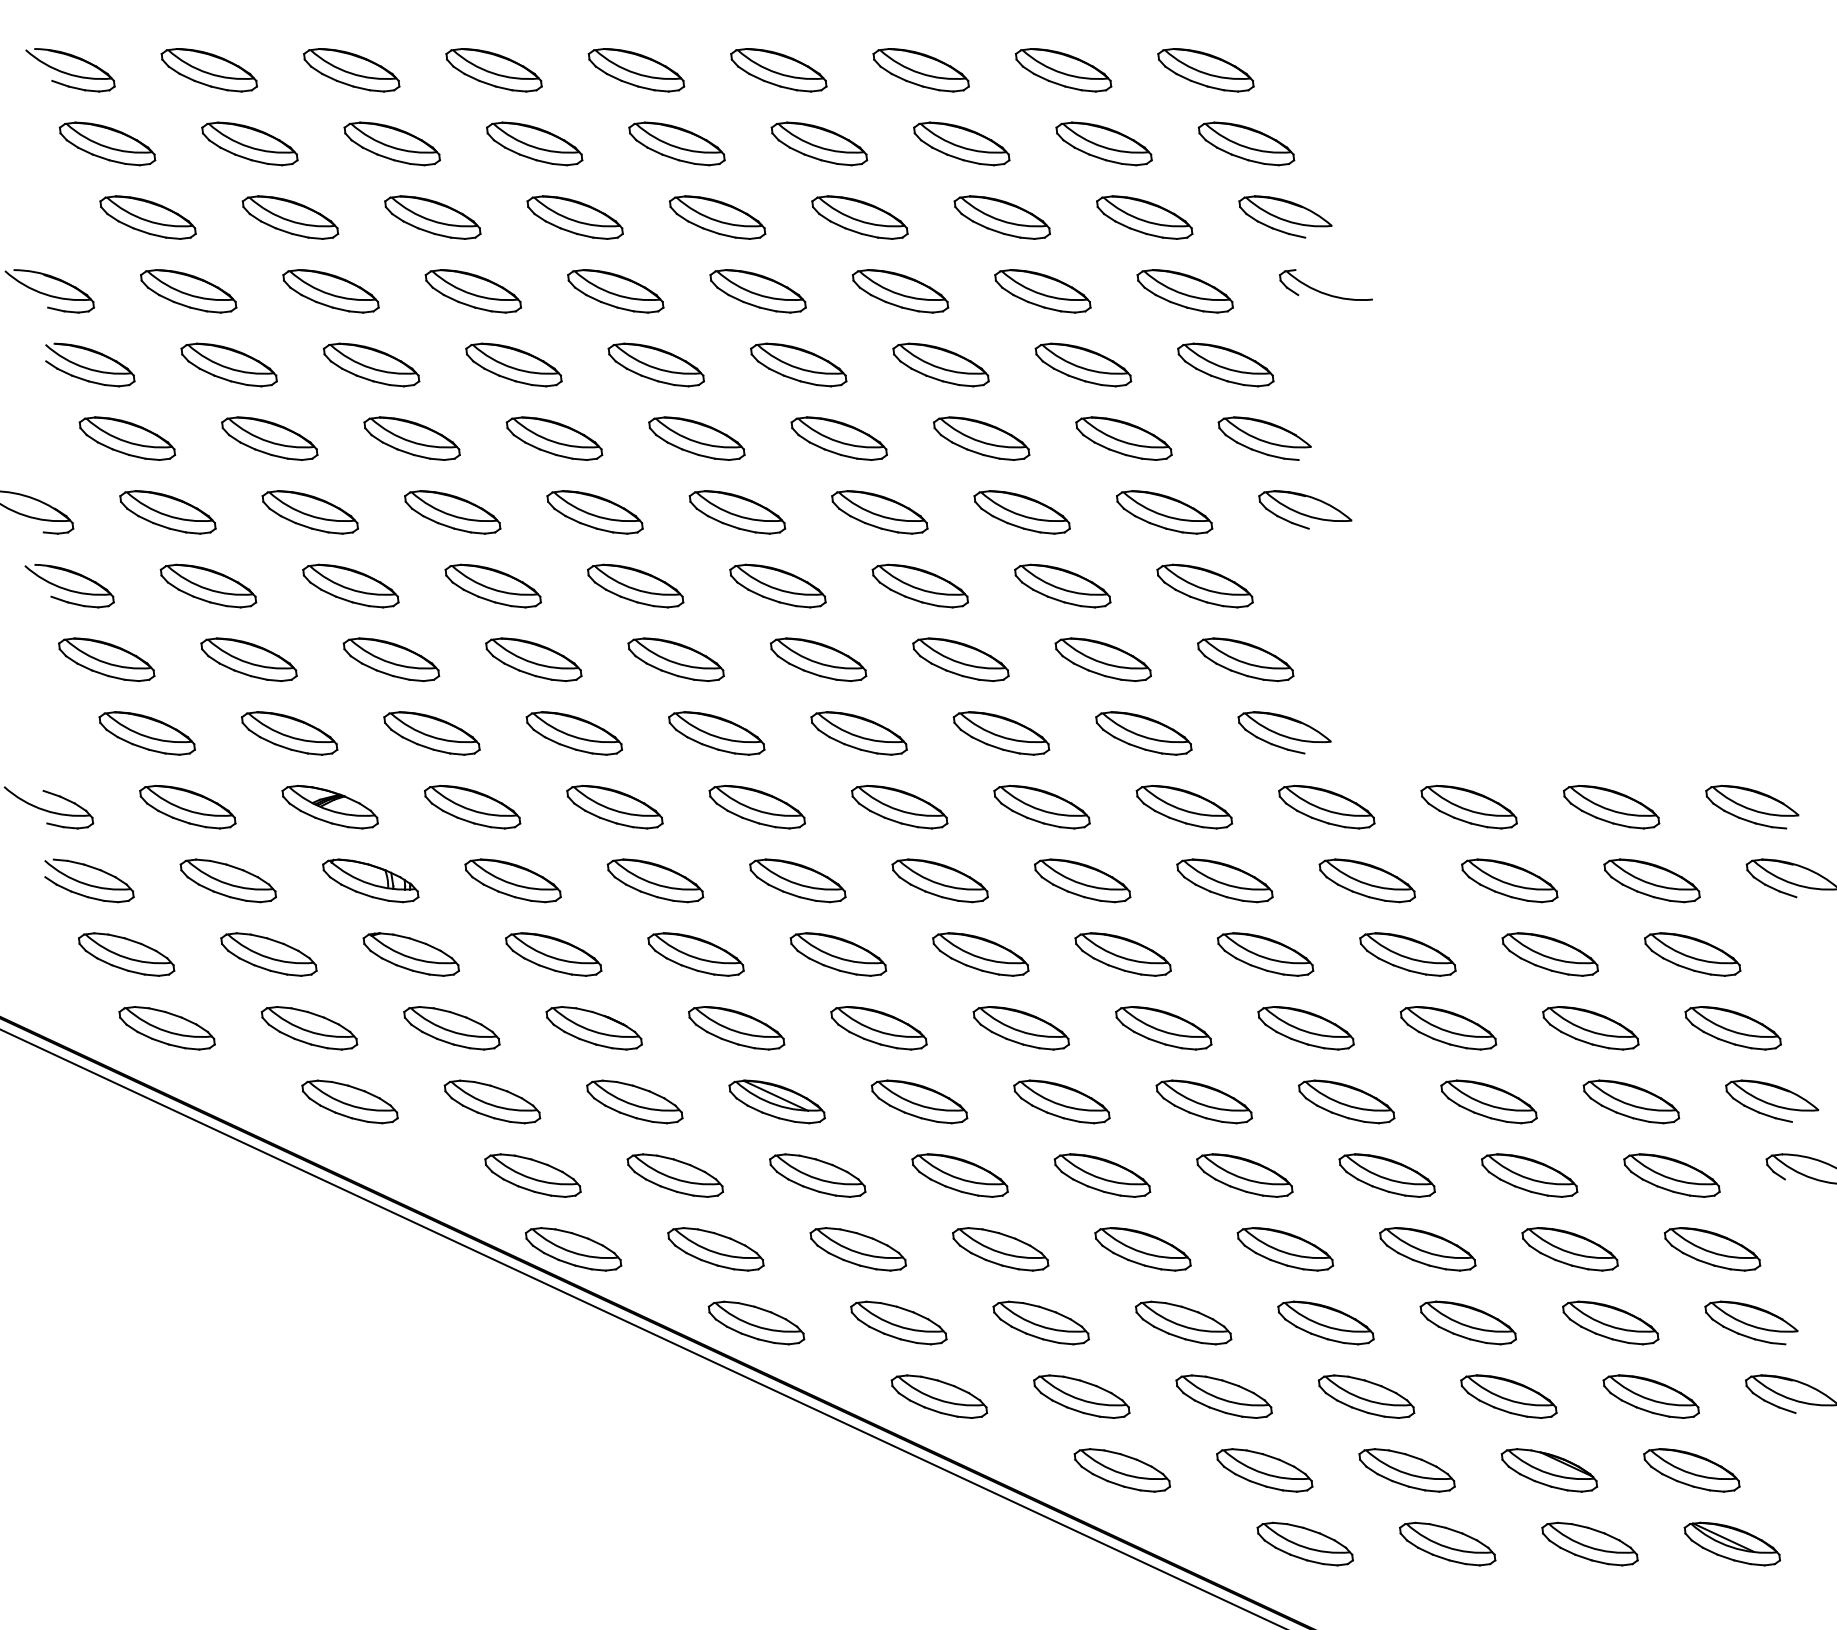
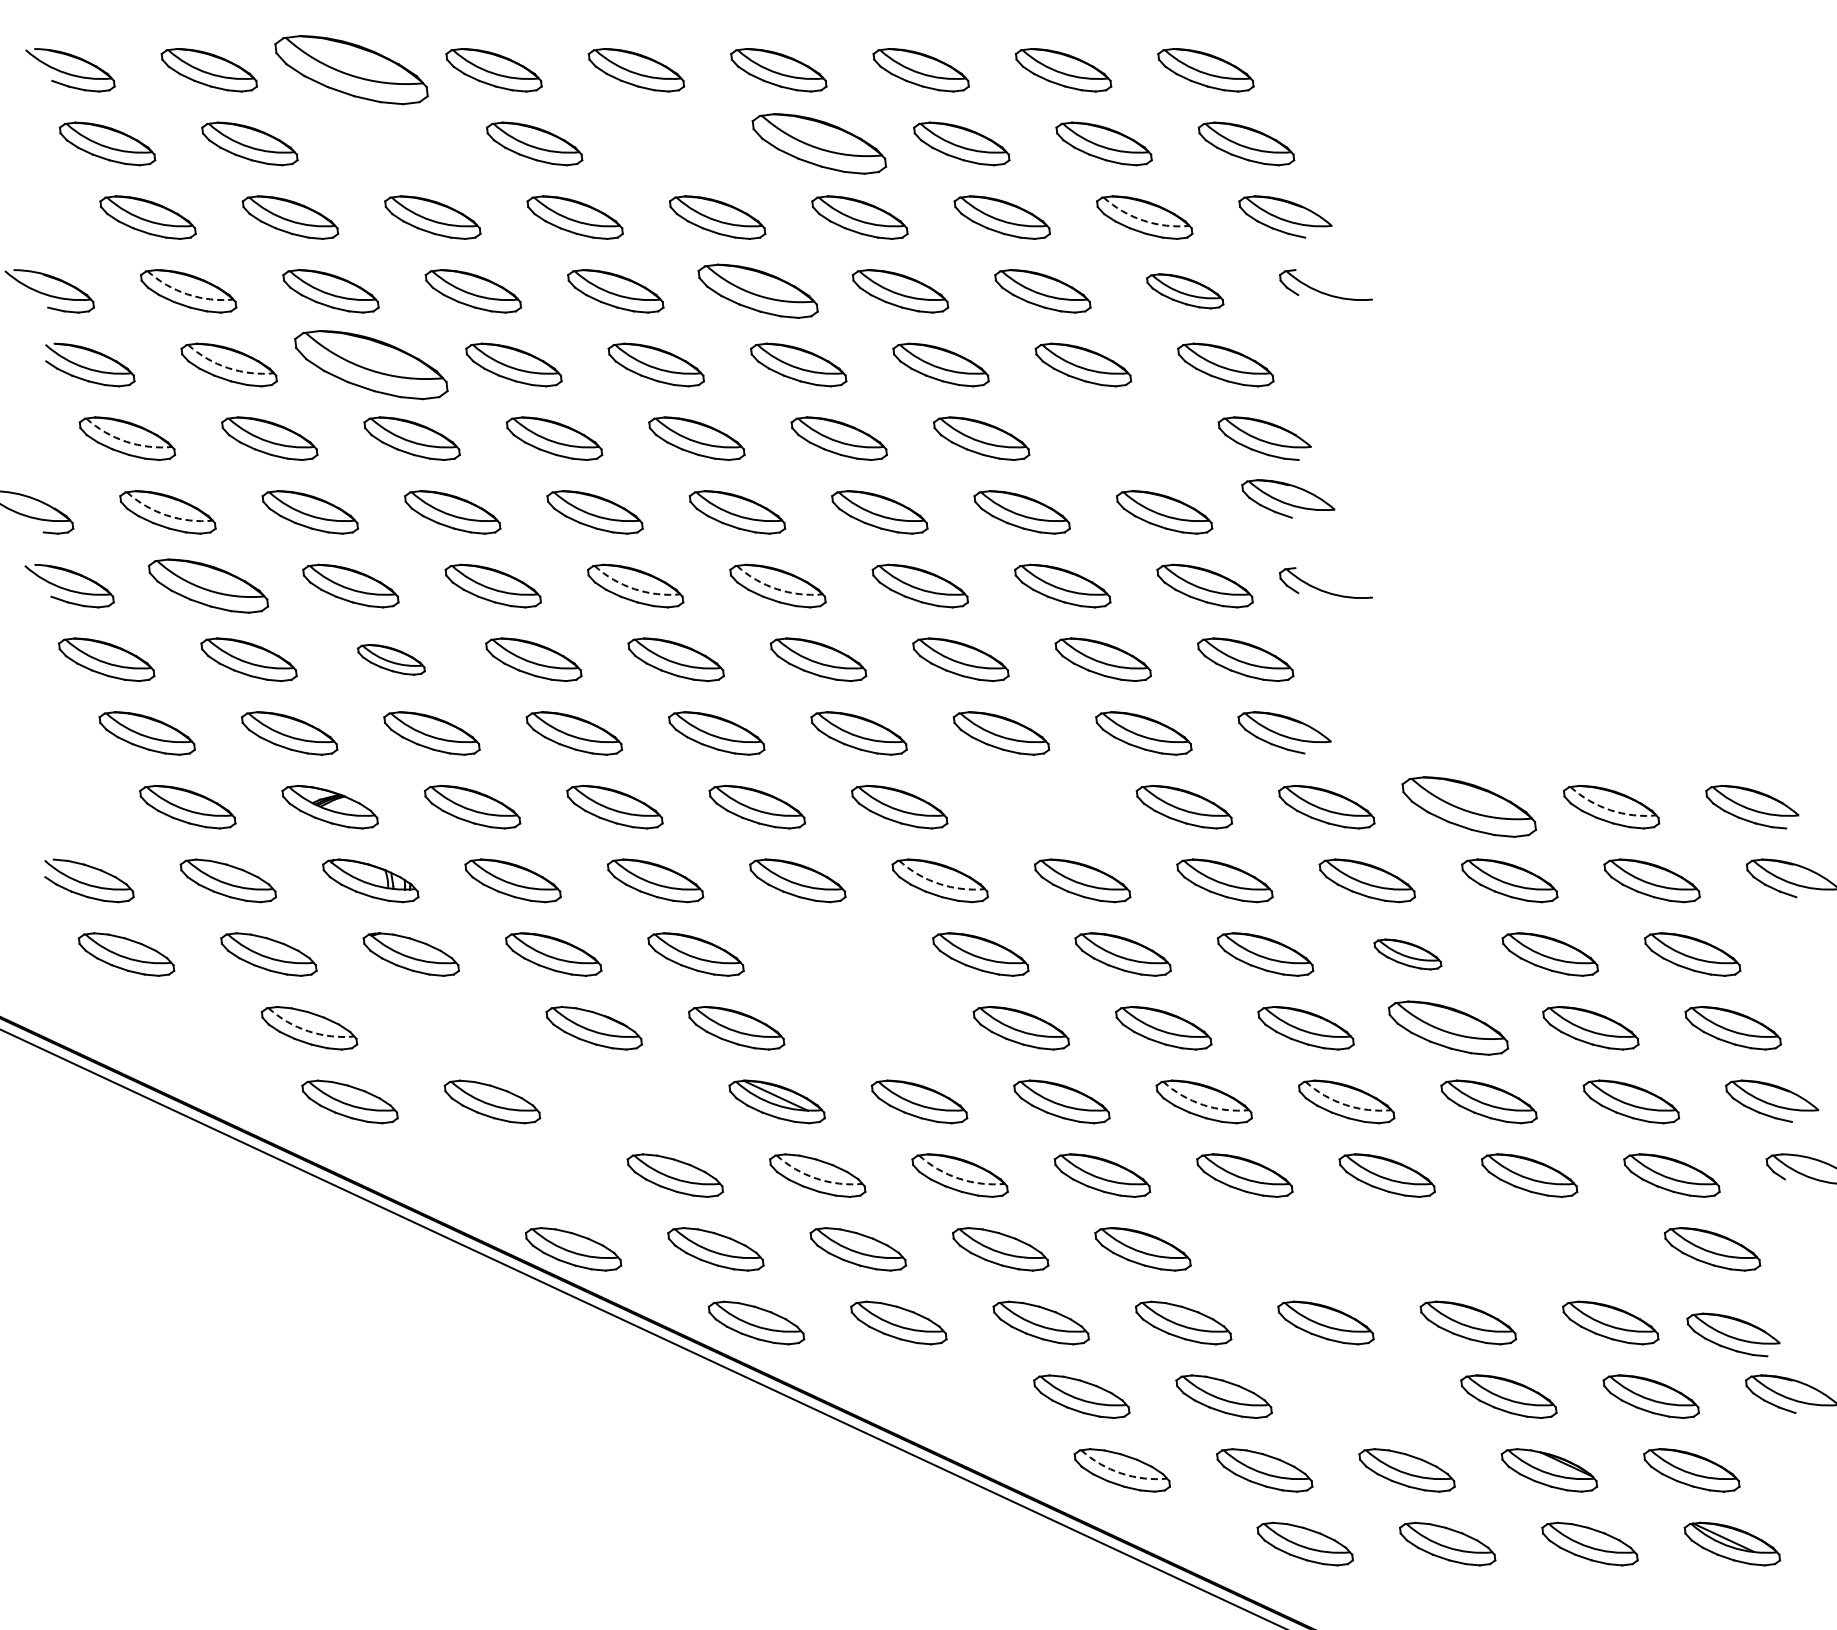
part at (351, 70) size: 98x45 px -> 155x71 px
part at (391, 143): present -> none
part at (676, 143): present -> none
part at (819, 143) size: 99x46 px -> 136x62 px
arc at (1143, 220): solid -> dashed
part at (757, 291) size: 98x45 px -> 122x56 px
part at (1184, 291) size: 98x45 px -> 79x37 px
arc at (187, 294): solid -> dashed
part at (371, 364) size: 98x46 px -> 155x71 px
arc at (228, 368): solid -> dashed
part at (1123, 438): present -> none
arc at (126, 441): solid -> dashed
part at (1305, 509) position: (1305, 509) -> (1288, 498)
arc at (166, 515): solid -> dashed
part at (208, 585) size: 99x46 px -> 122x56 px
arc at (634, 589): solid -> dashed
arc at (777, 589): solid -> dashed
part at (1321, 589): none -> present
part at (391, 659) size: 99x46 px -> 69x32 px
part at (48, 807): present -> none
part at (1041, 807): present -> none
part at (1468, 807) size: 98x45 px -> 136x62 px
arc at (1610, 810): solid -> dashed
arc at (939, 883): solid -> dashed
part at (838, 954): present -> none
part at (1407, 954) size: 98x45 px -> 70x33 px
part at (166, 1028): present -> none
part at (451, 1028): present -> none
part at (878, 1028): present -> none
part at (1448, 1028) size: 99x45 px -> 122x56 px
arc at (308, 1031): solid -> dashed
part at (634, 1101): present -> none
arc at (1203, 1105): solid -> dashed
arc at (1345, 1105): solid -> dashed
part at (532, 1175): present -> none
arc at (816, 1178): solid -> dashed
arc at (959, 1178): solid -> dashed
part at (1285, 1249): present -> none
part at (1427, 1249): present -> none
part at (1569, 1249): present -> none
part at (1751, 1322) position: (1751, 1322) -> (1733, 1334)
part at (939, 1396): present -> none
part at (1366, 1396): present -> none
arc at (1121, 1473): solid -> dashed
